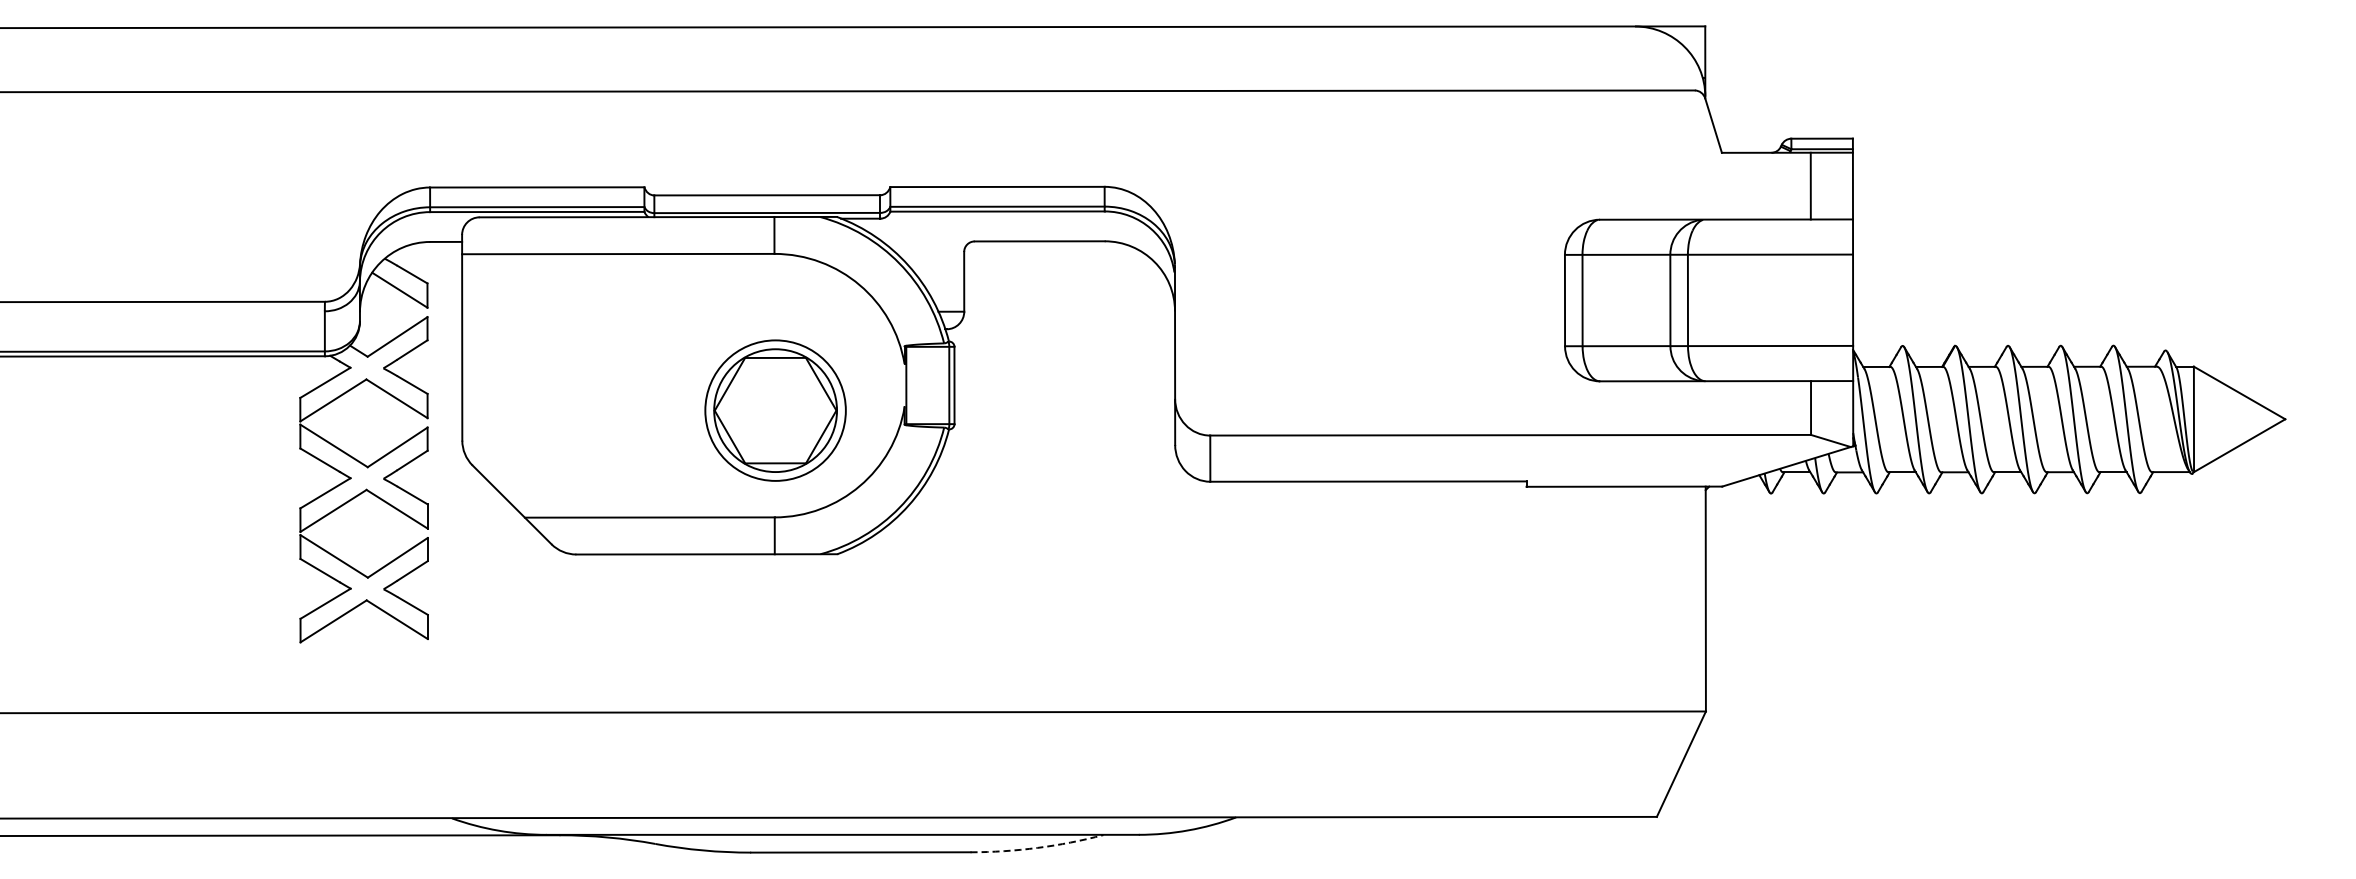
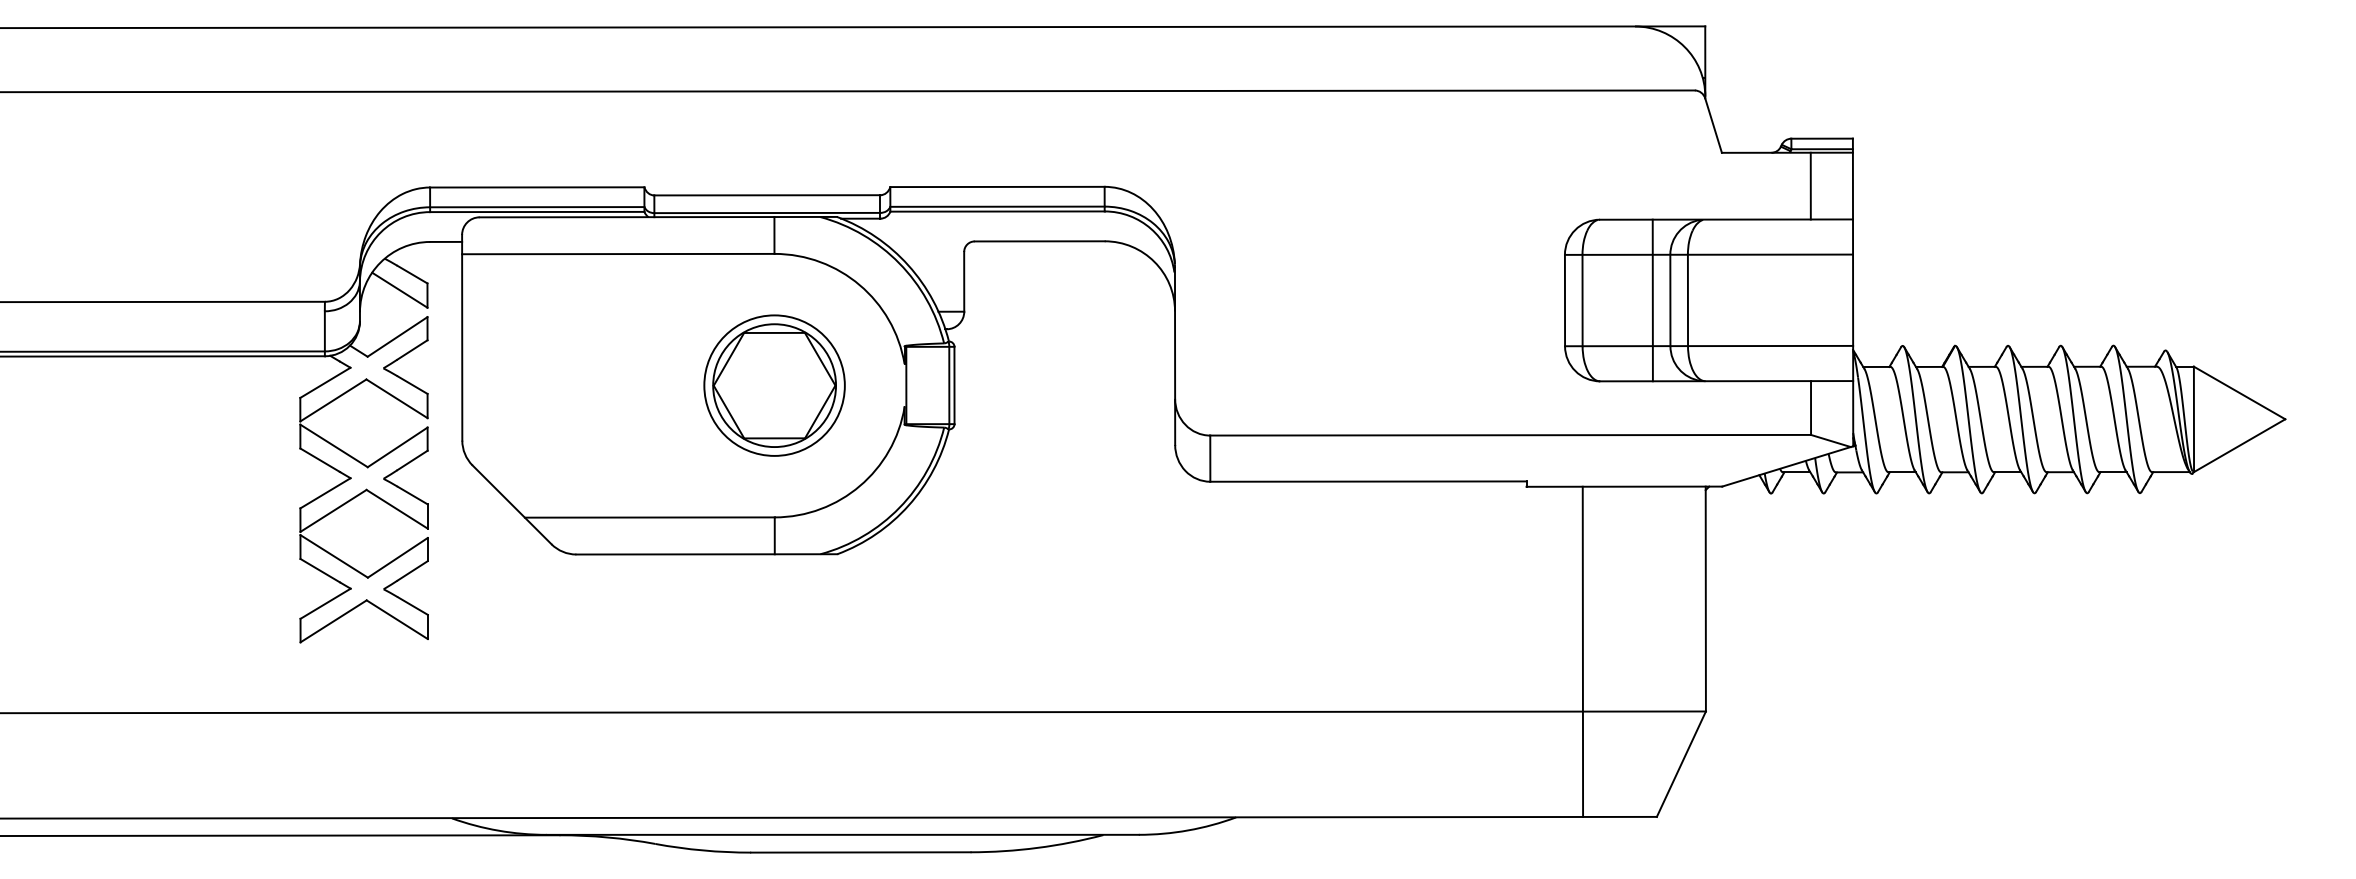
line at (1652, 300): none -> present
part at (775, 410) position: (775, 410) -> (774, 385)
line at (1582, 651): none -> present
arc at (1037, 847): dashed -> solid
